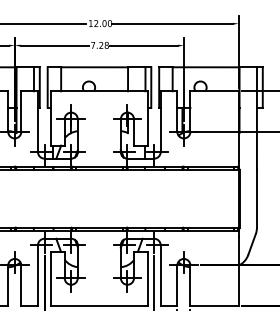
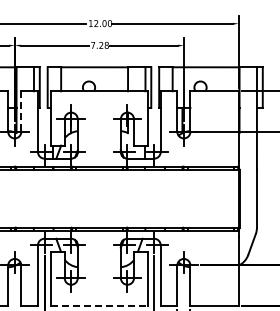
line at (21, 112): solid -> dashed
line at (99, 306): solid -> dashed
